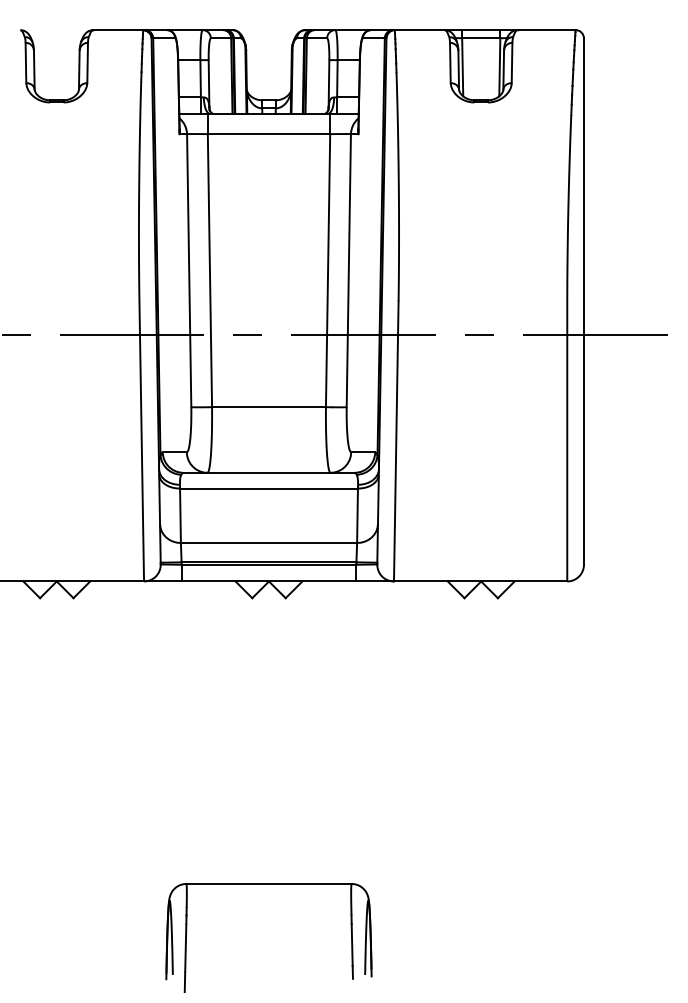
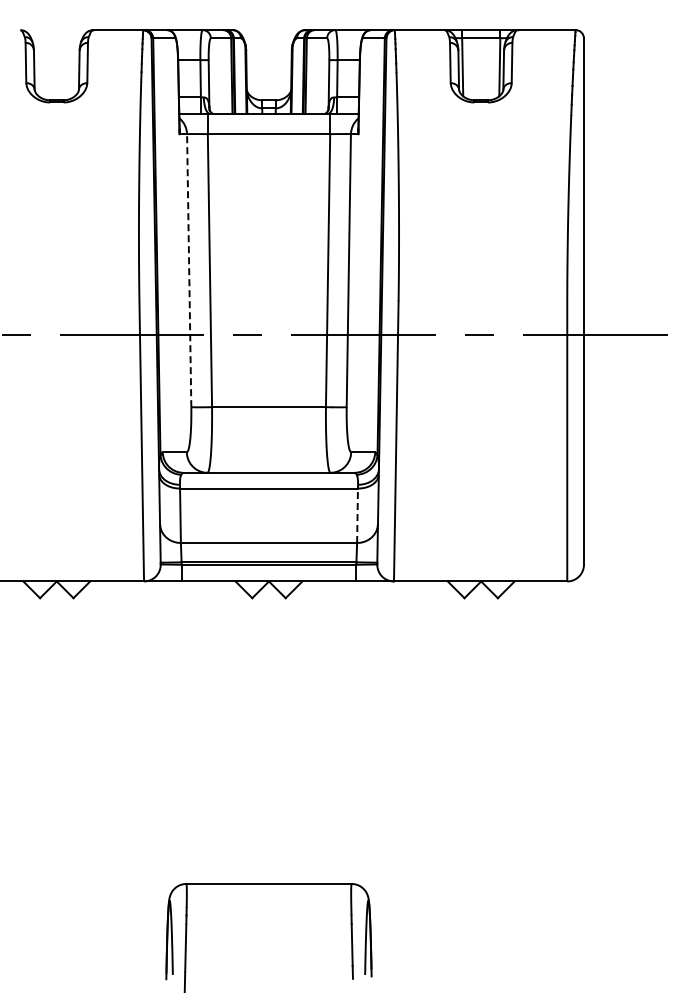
line at (189, 270): solid -> dashed
line at (357, 515): solid -> dashed
